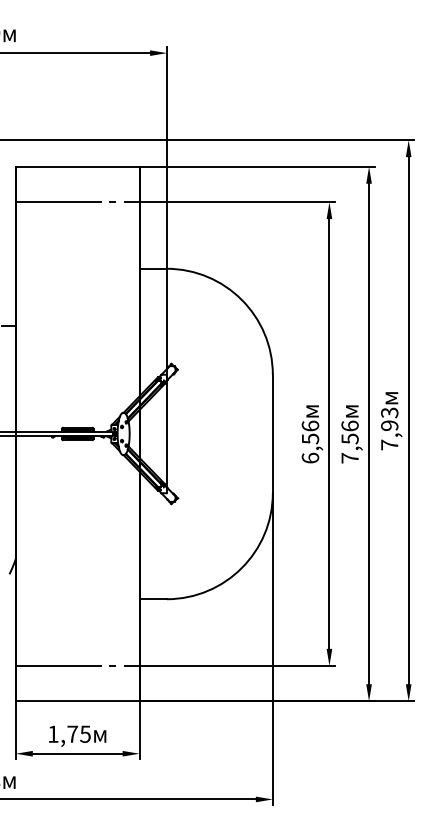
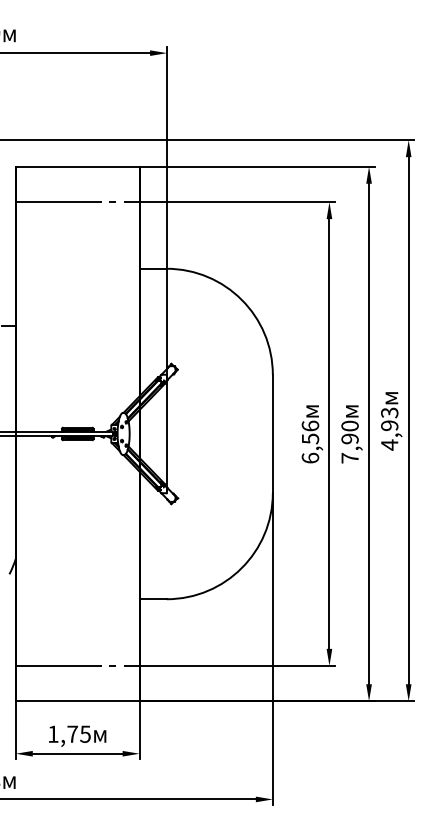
text at (349, 432): 7,56 -> 7,90
text at (389, 444): 7,93 -> 4,93
